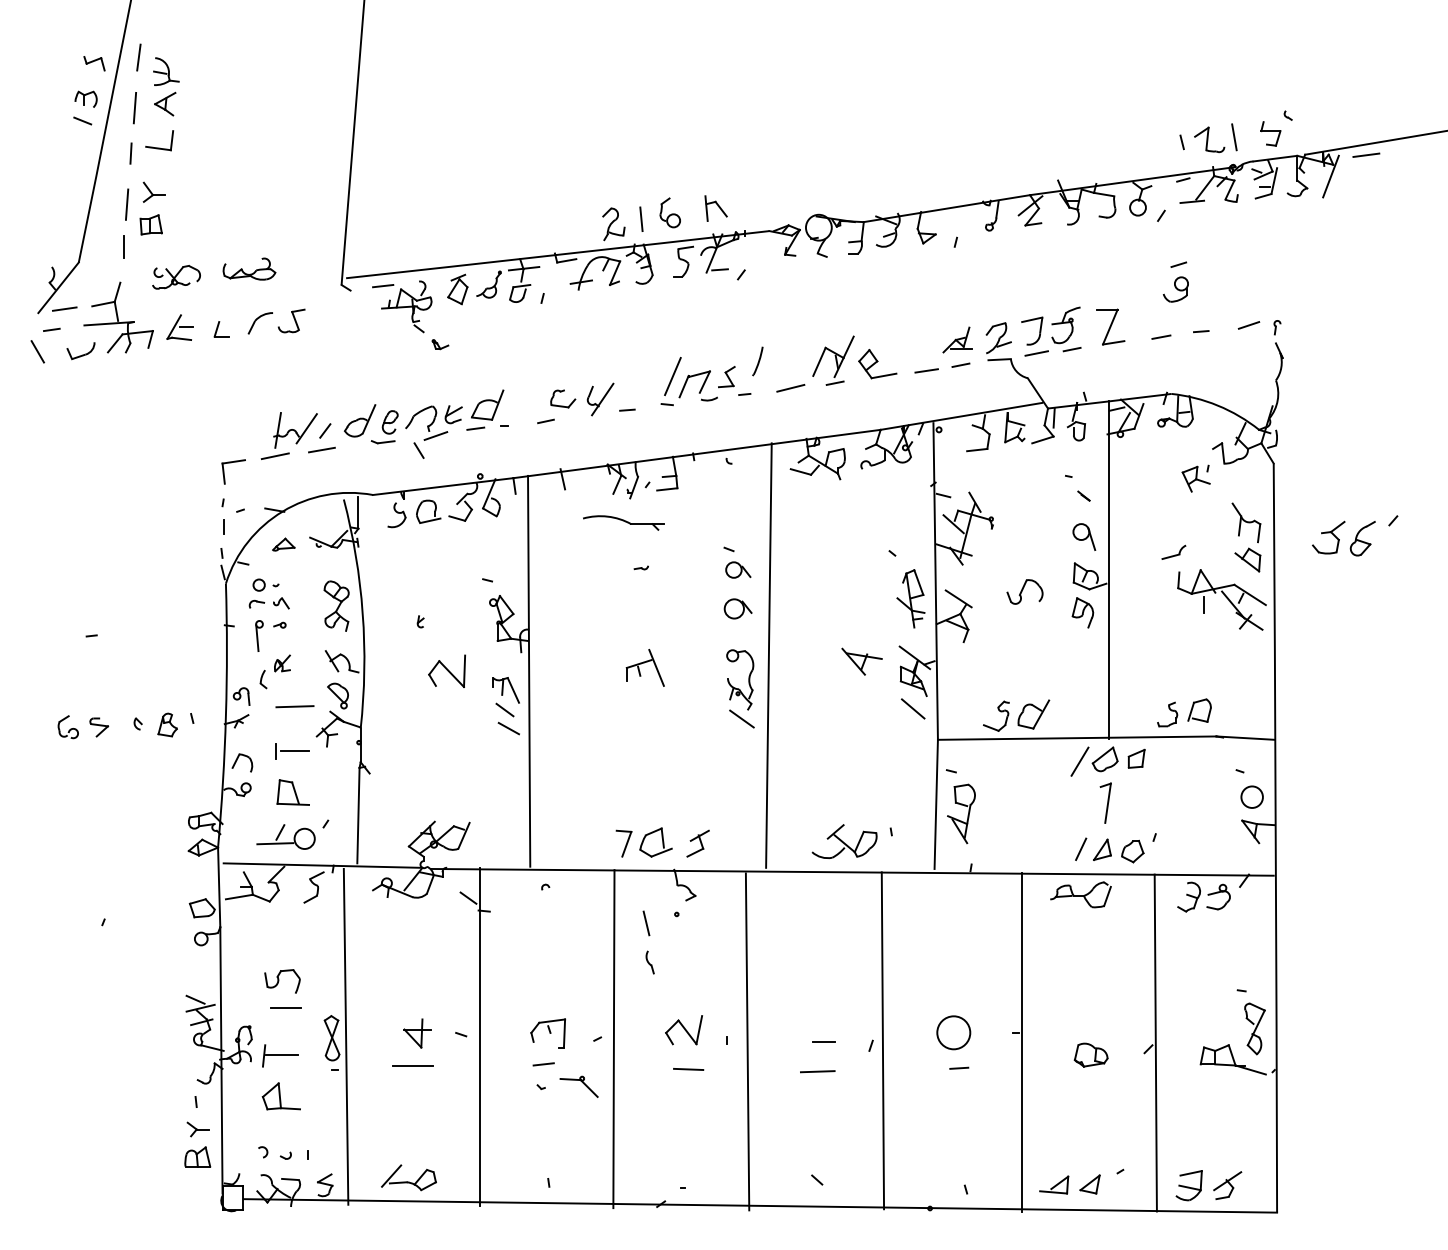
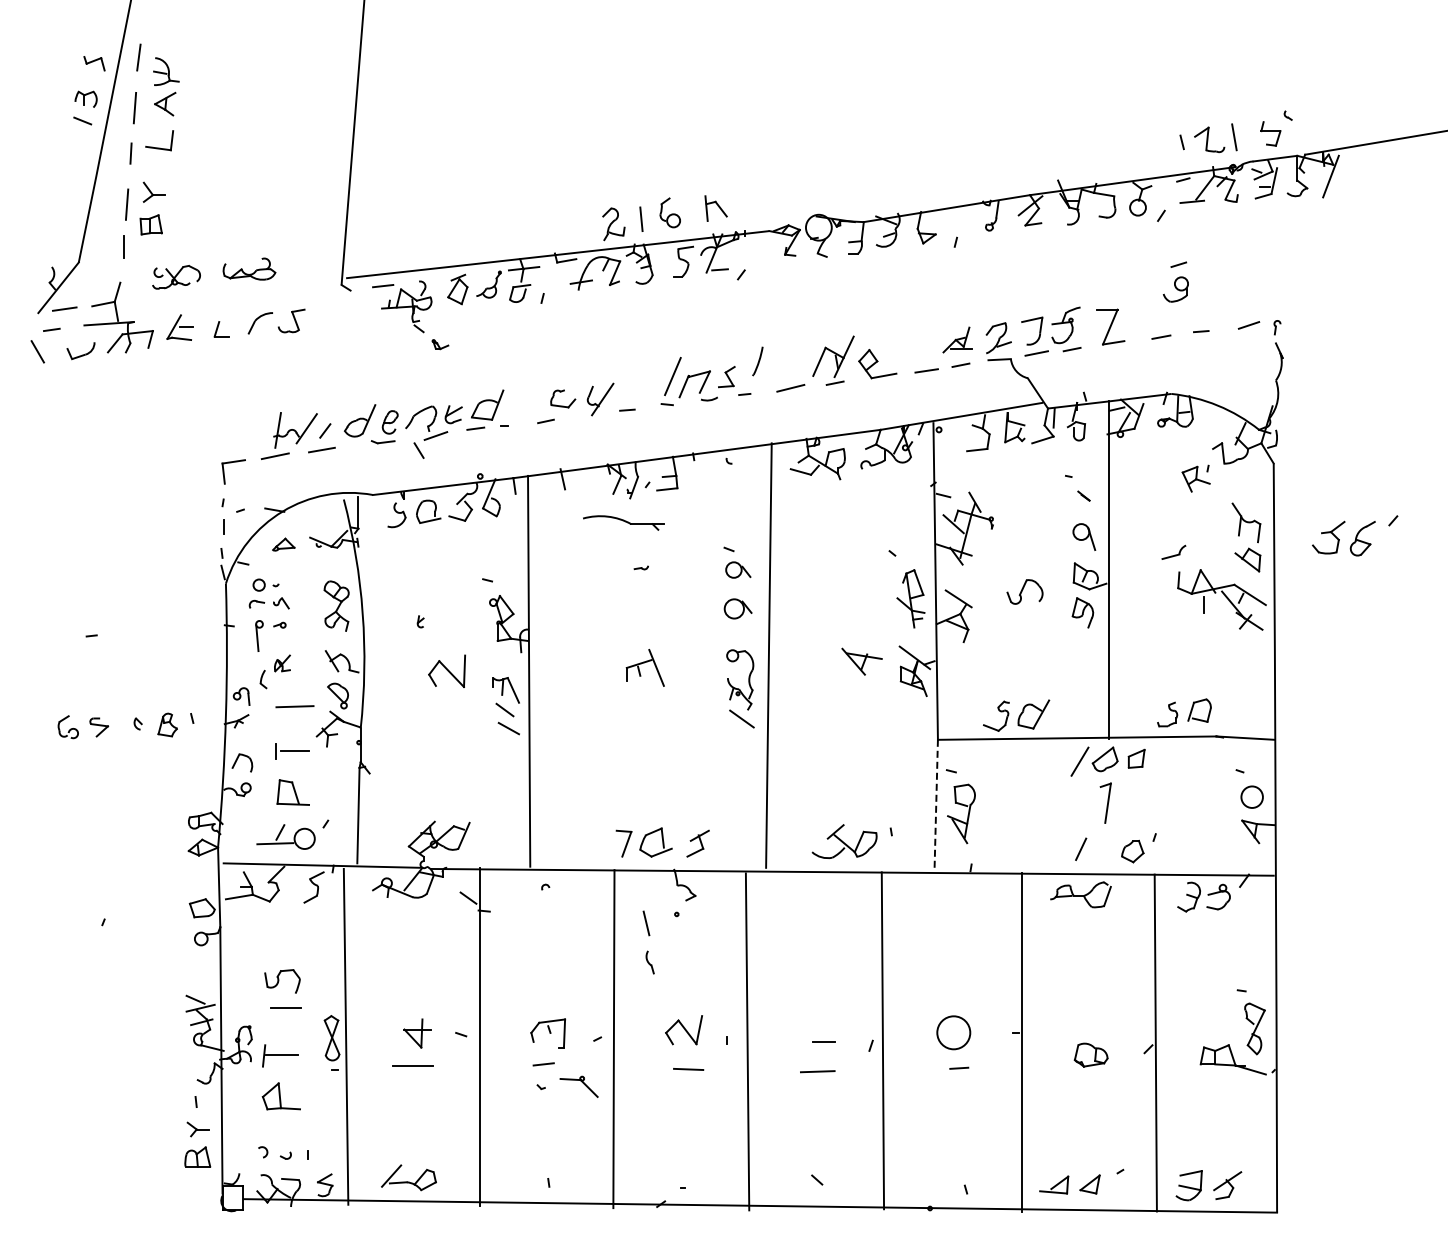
line at (1366, 154): present -> none
line at (913, 708): present -> none
line at (936, 804): solid -> dashed
part at (1102, 849): present -> none
